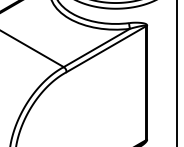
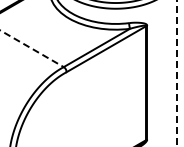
line at (32, 49): solid -> dashed
line at (177, 72): solid -> dashed
